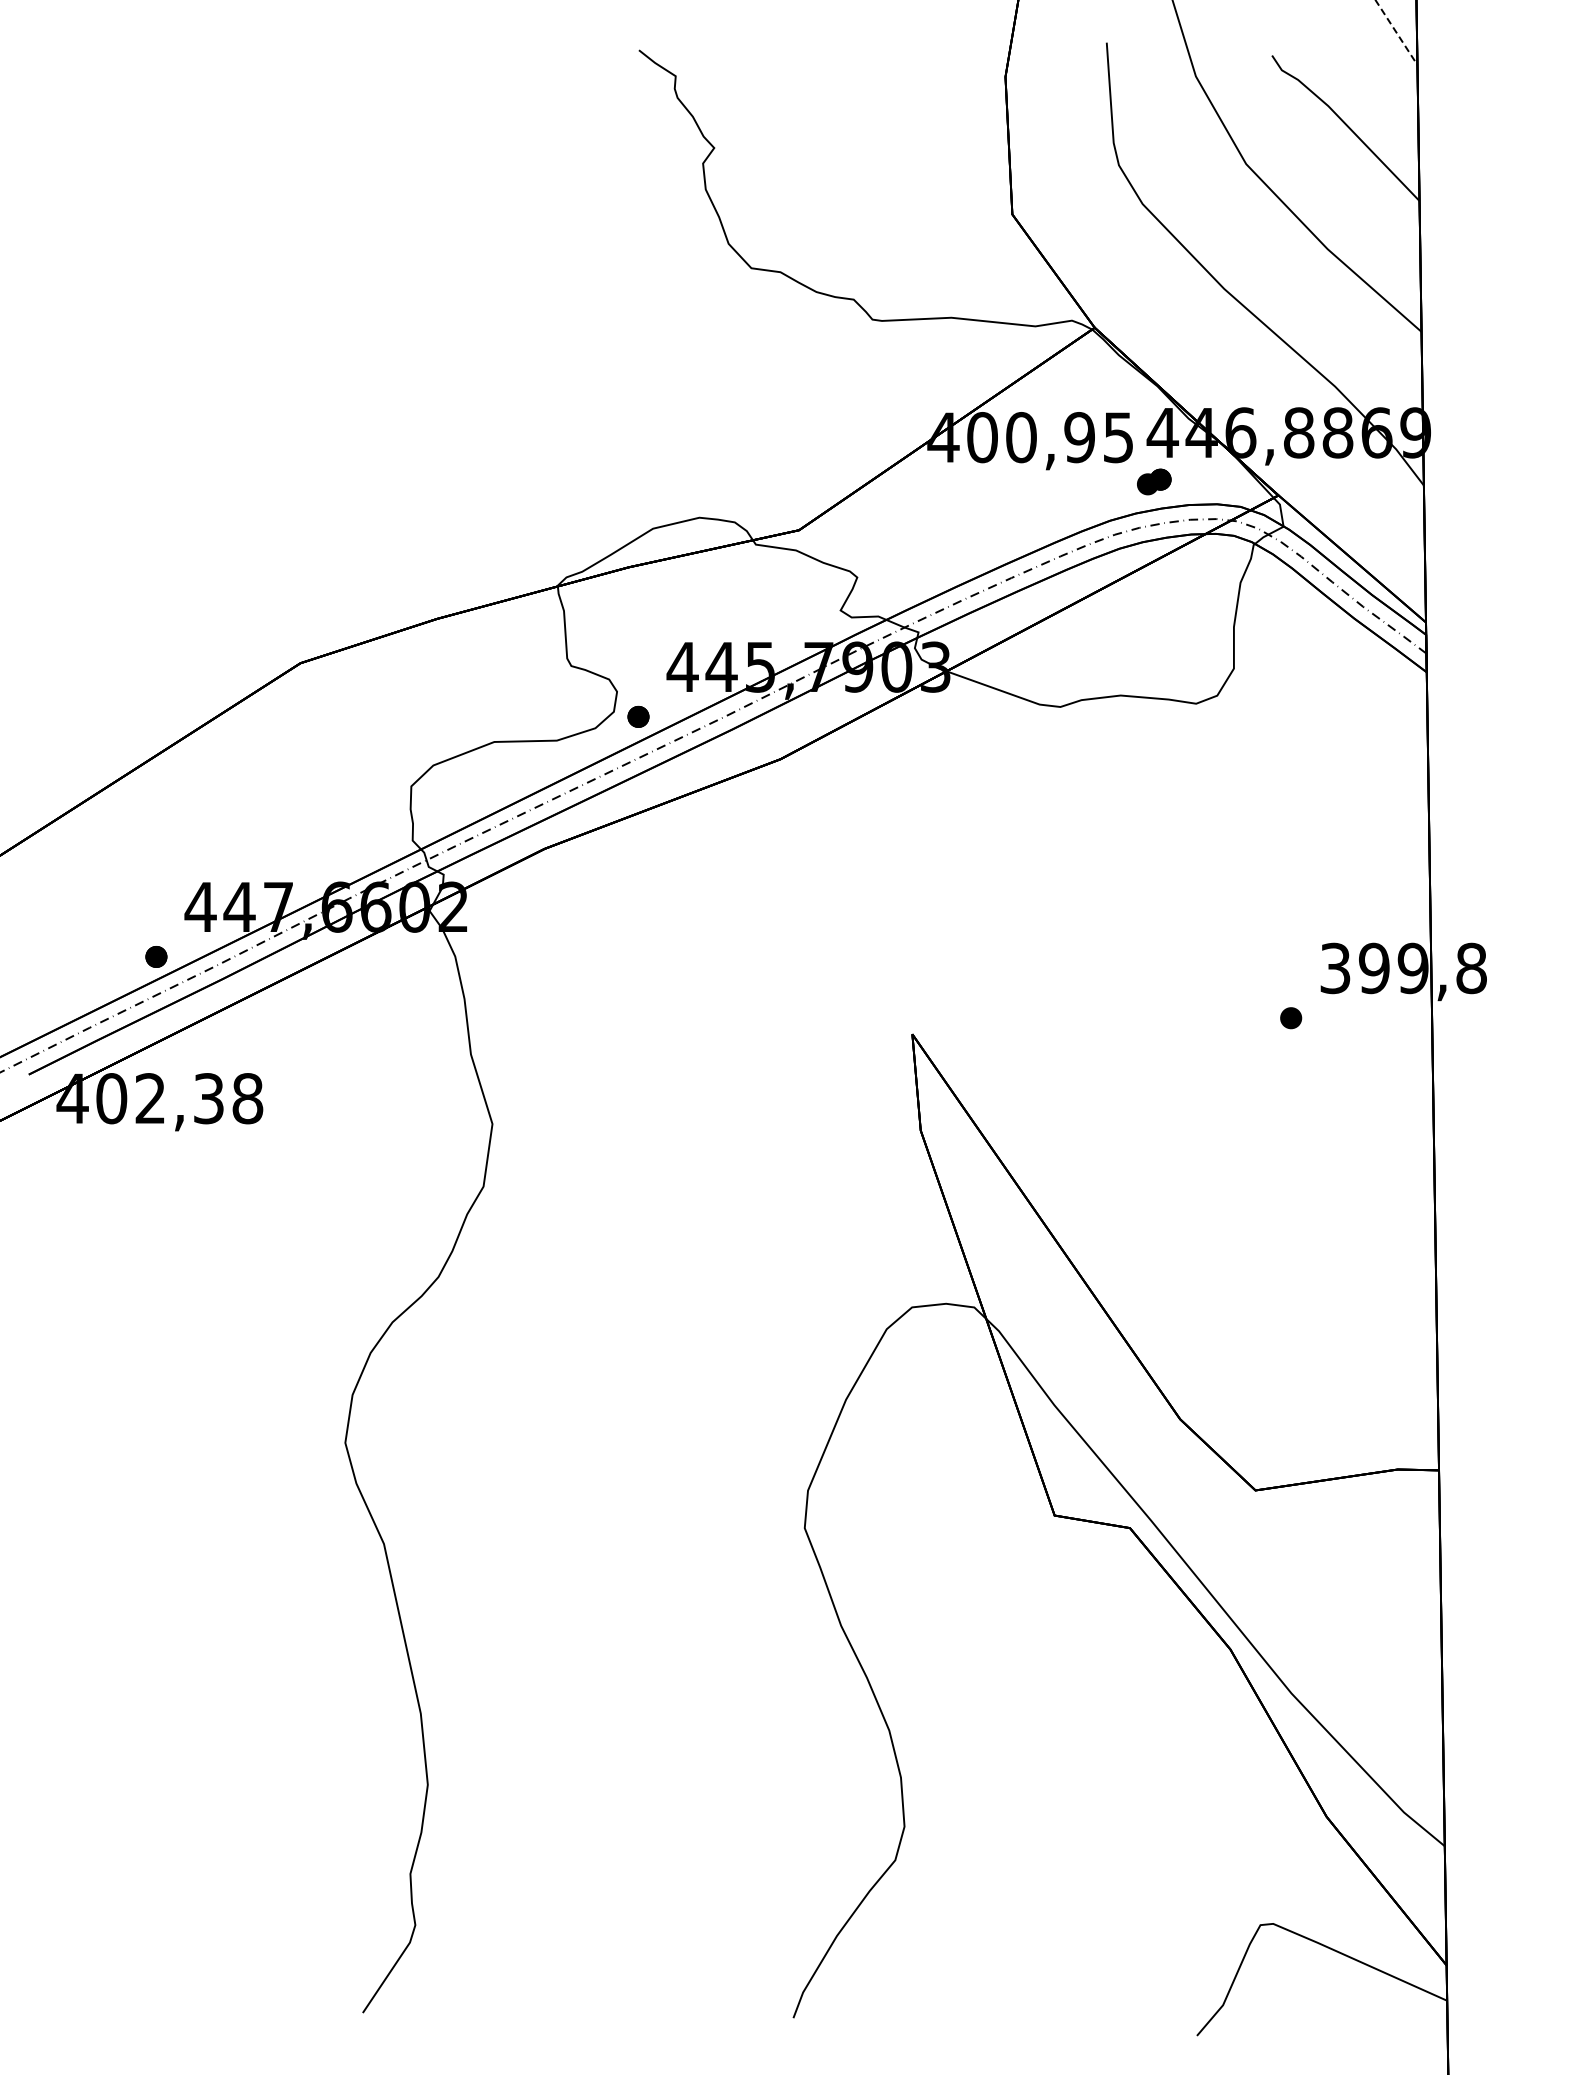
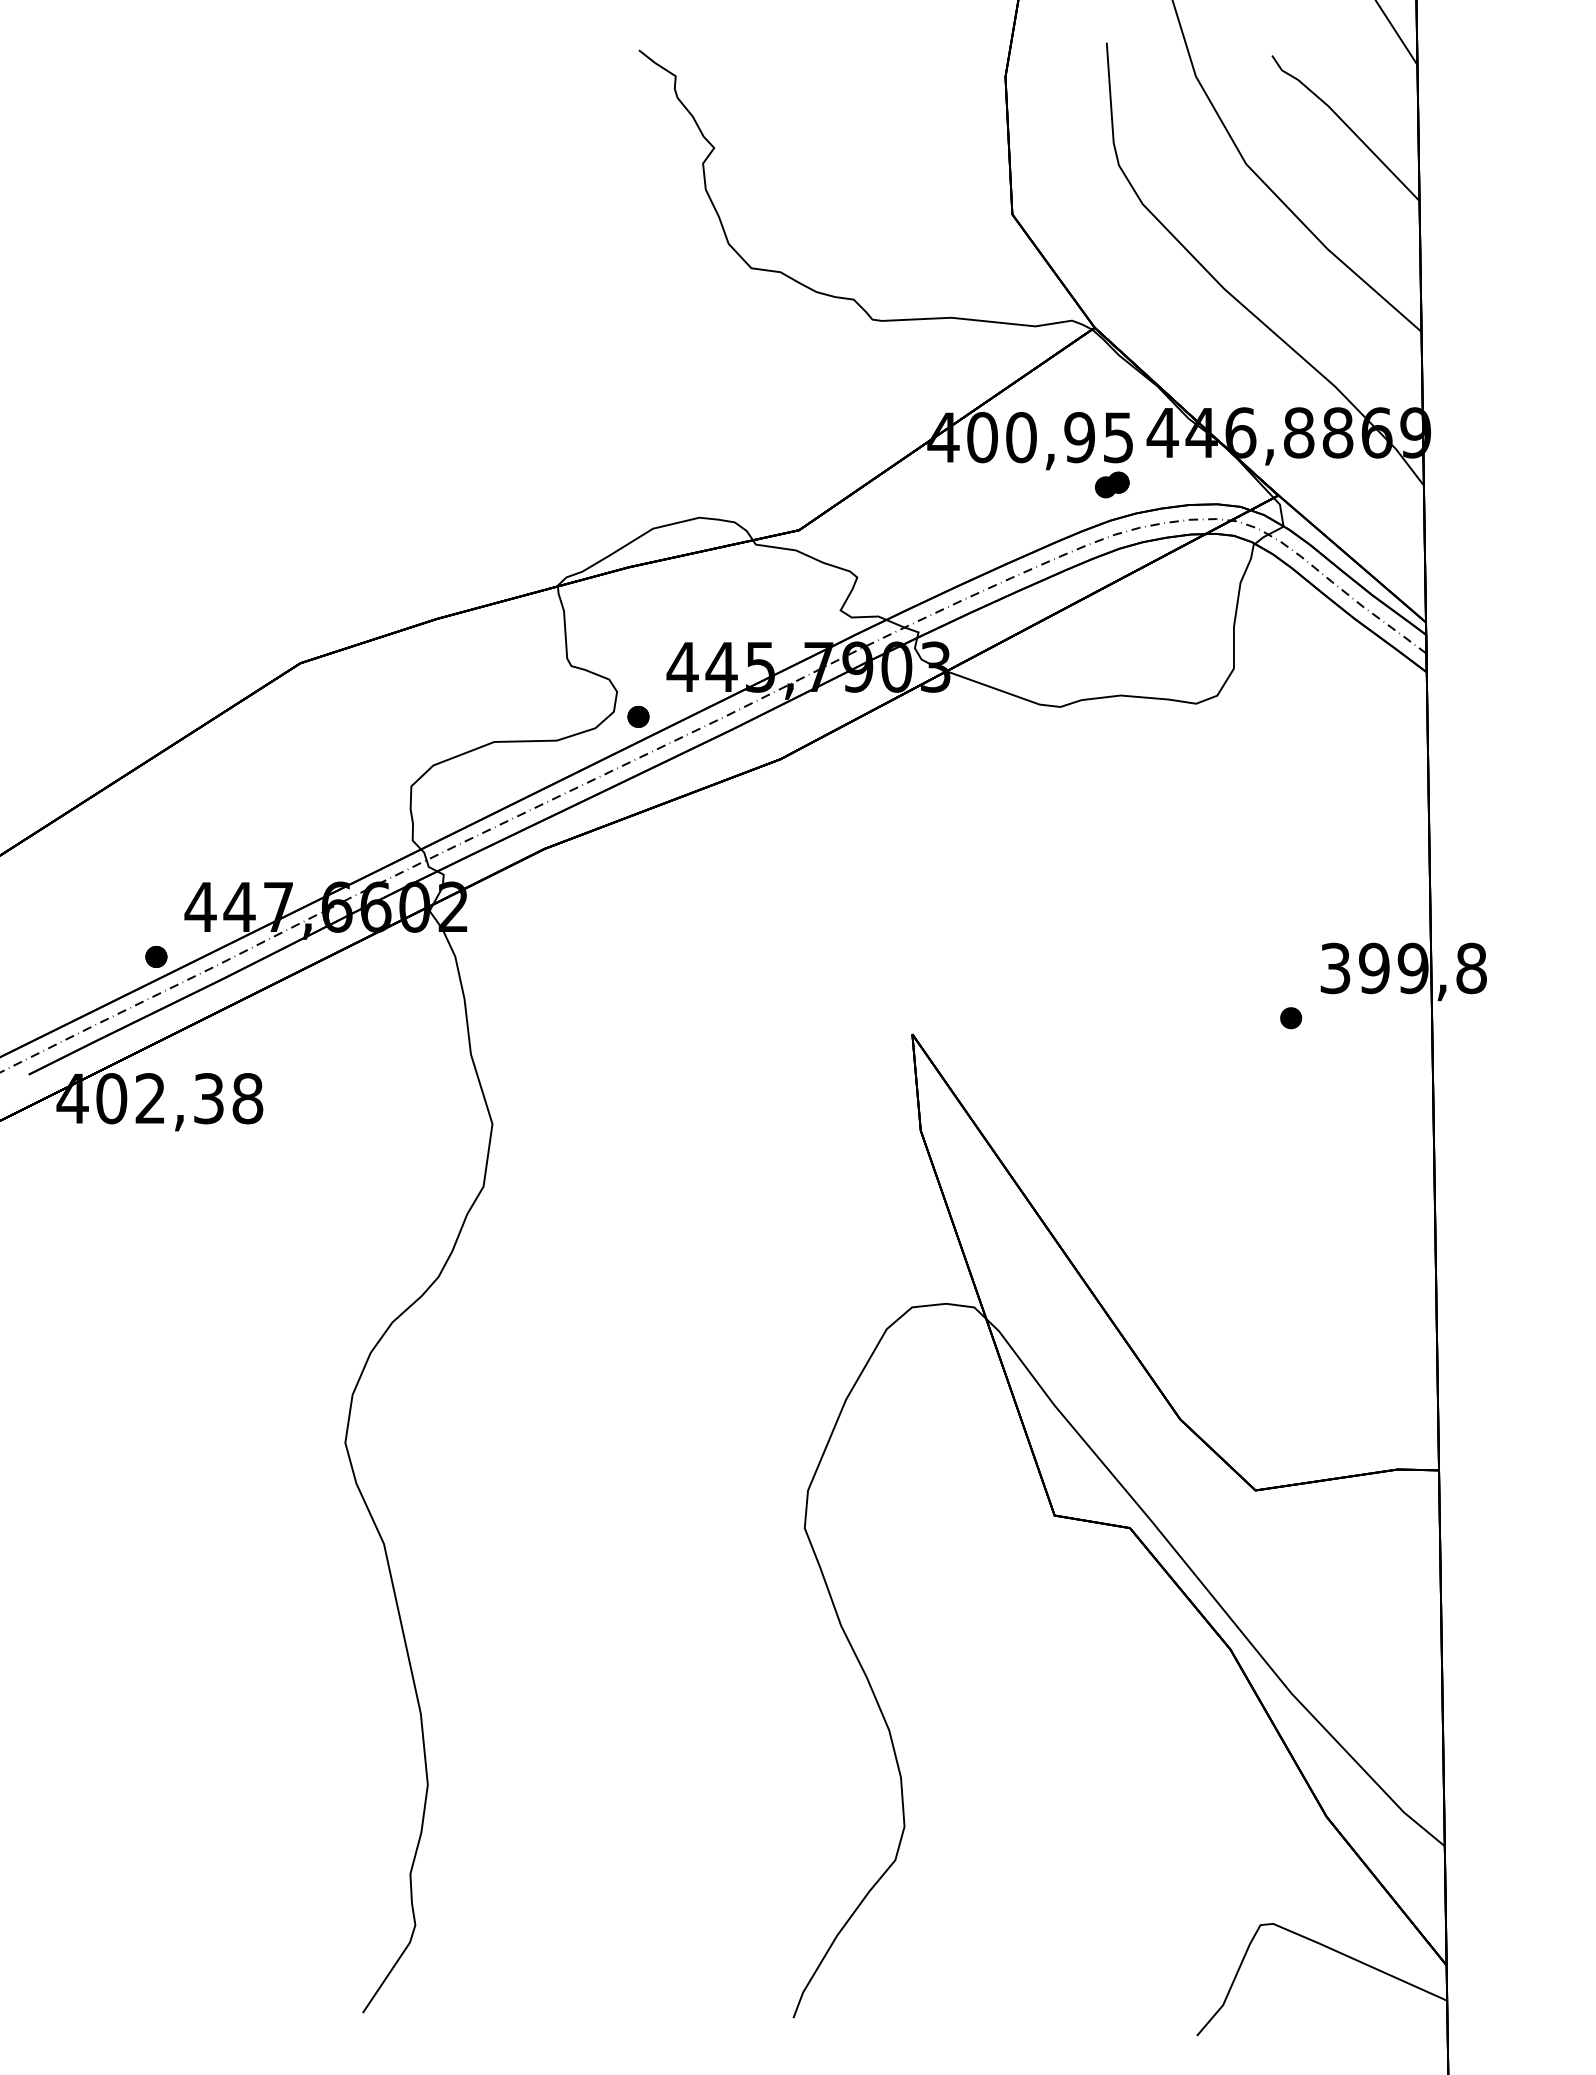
line at (1396, 33): dashed -> solid
part at (1154, 481) position: (1154, 481) -> (1112, 484)
